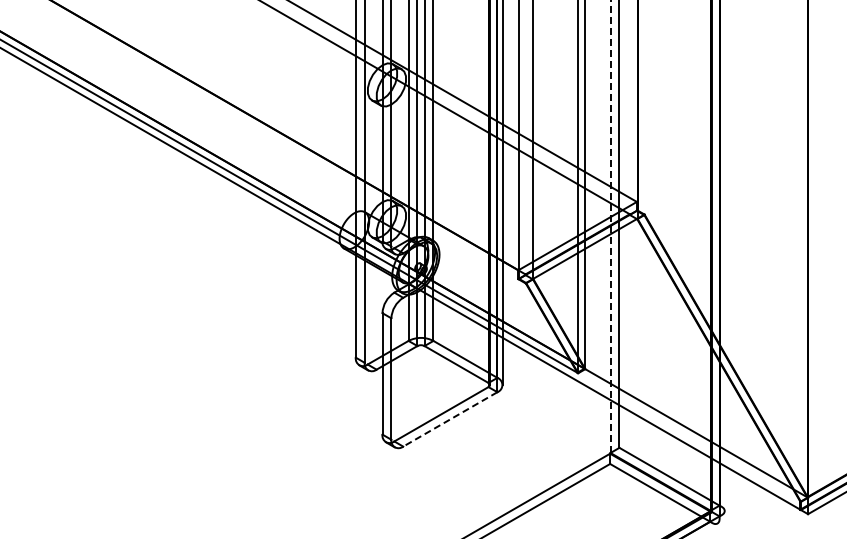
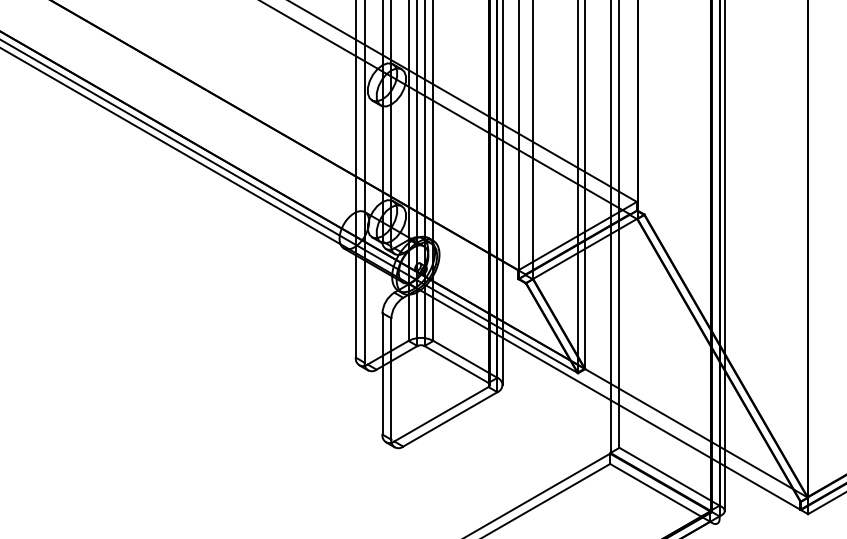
line at (610, 226): dashed -> solid
line at (724, 256): none -> present
line at (449, 419): dashed -> solid
